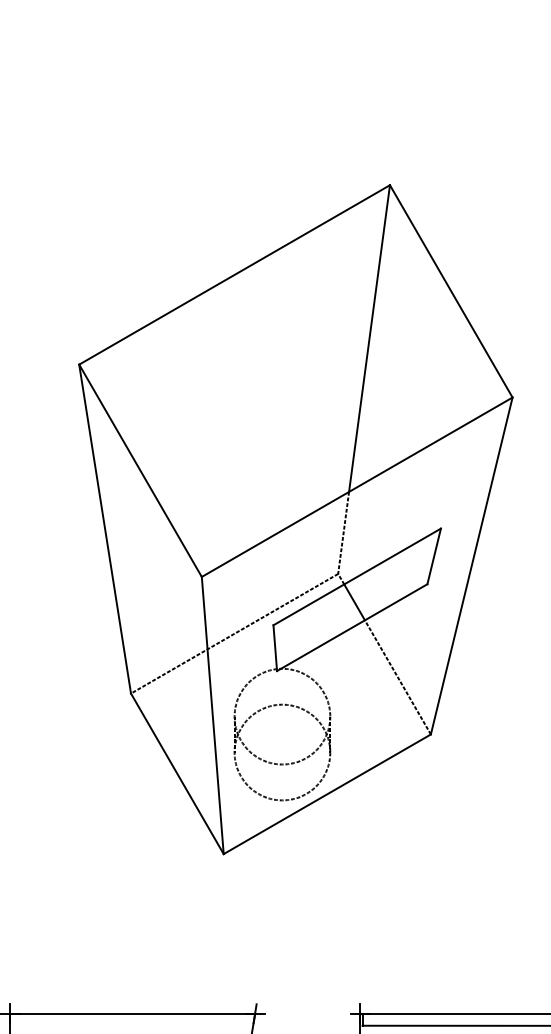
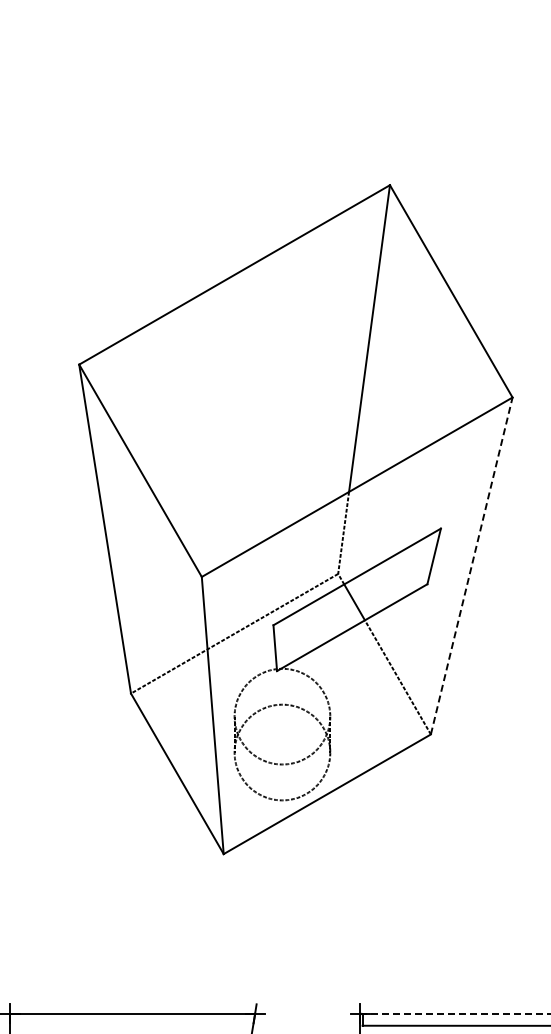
line at (471, 565): solid -> dashed
line at (455, 1013): solid -> dashed
